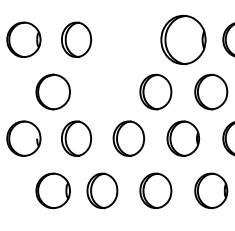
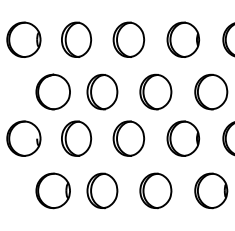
part at (128, 39): none -> present
part at (183, 39) size: 47x50 px -> 34x37 px
part at (102, 91): none -> present
